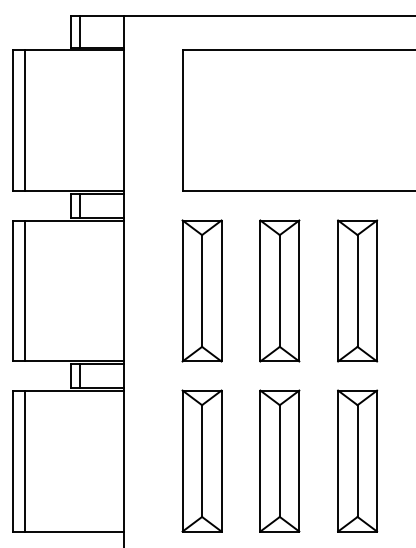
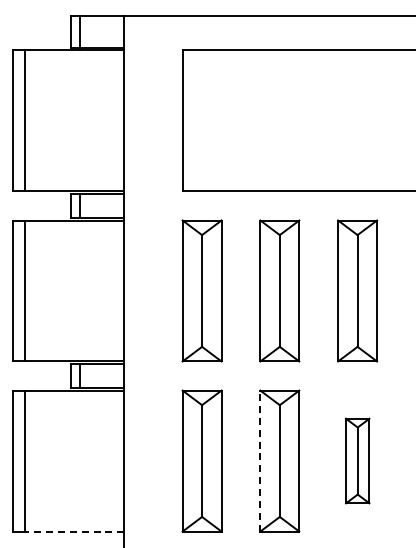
line at (260, 460): solid -> dashed
part at (357, 460) size: 42x144 px -> 26x88 px
line at (74, 531): solid -> dashed
